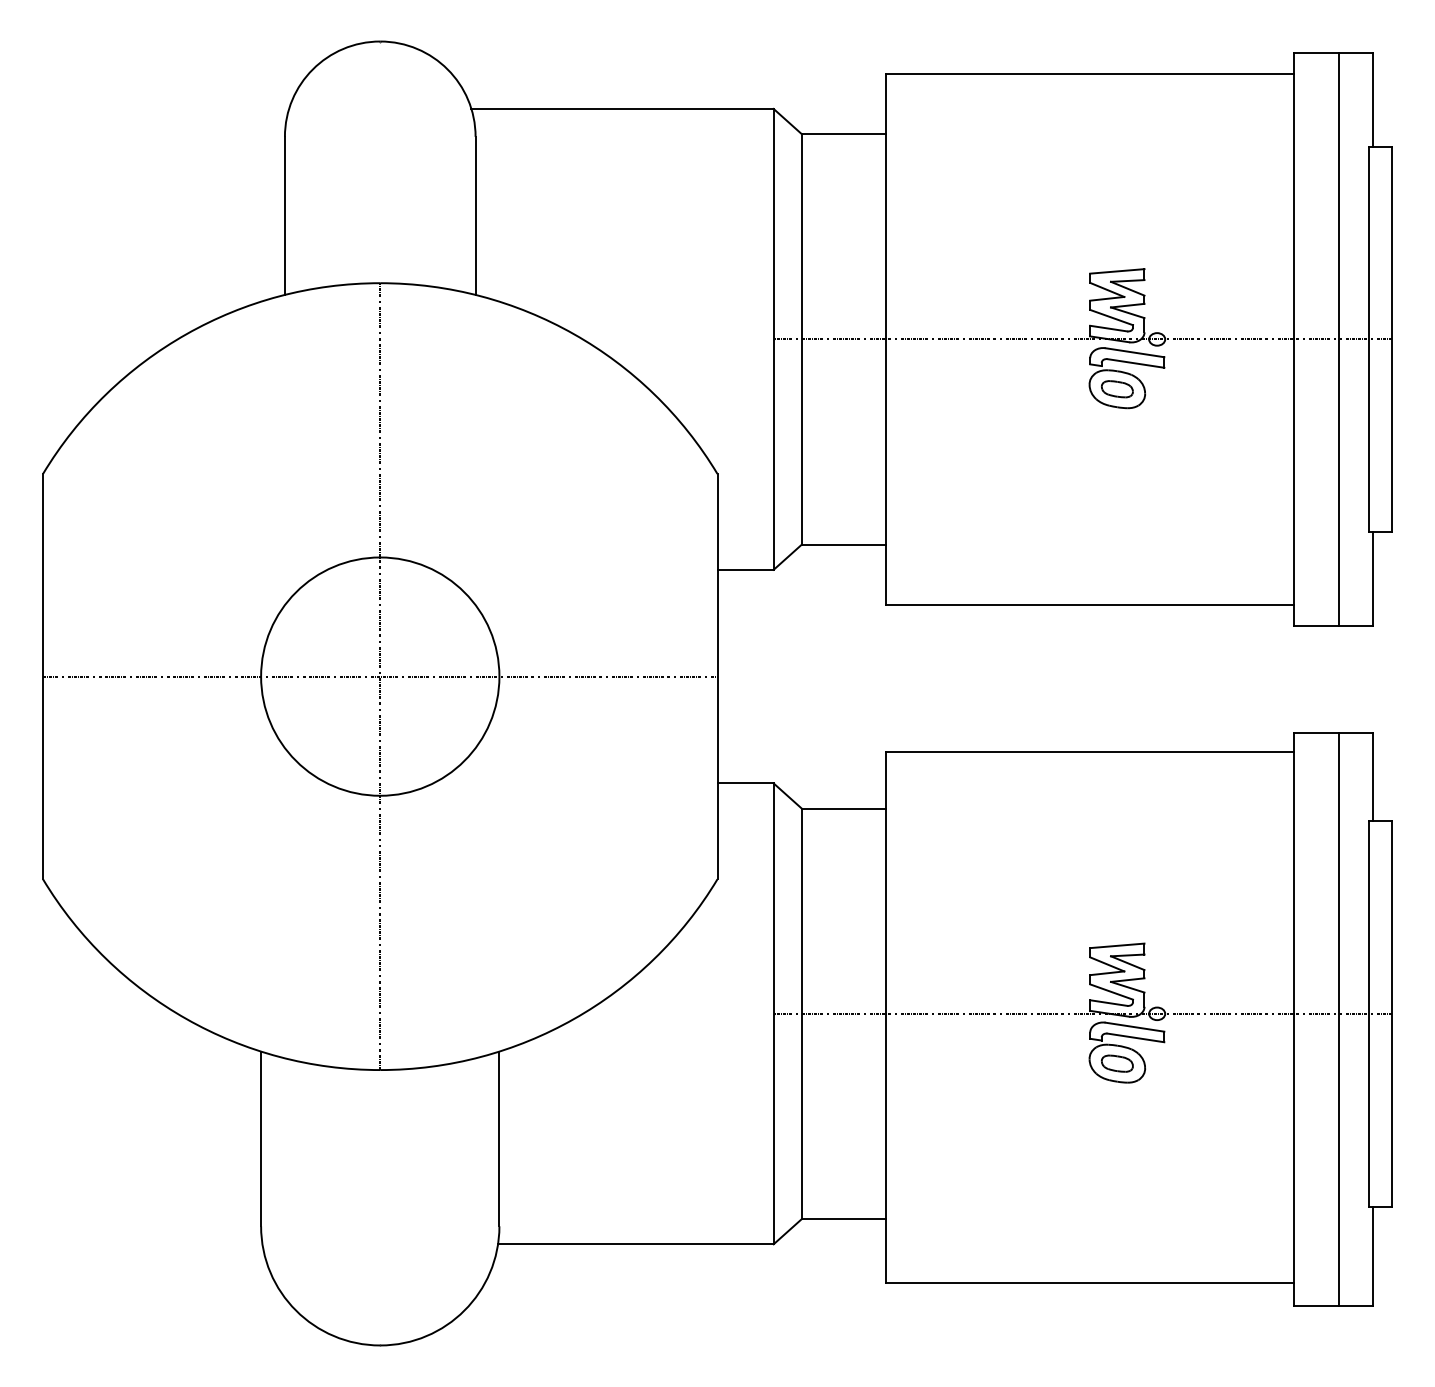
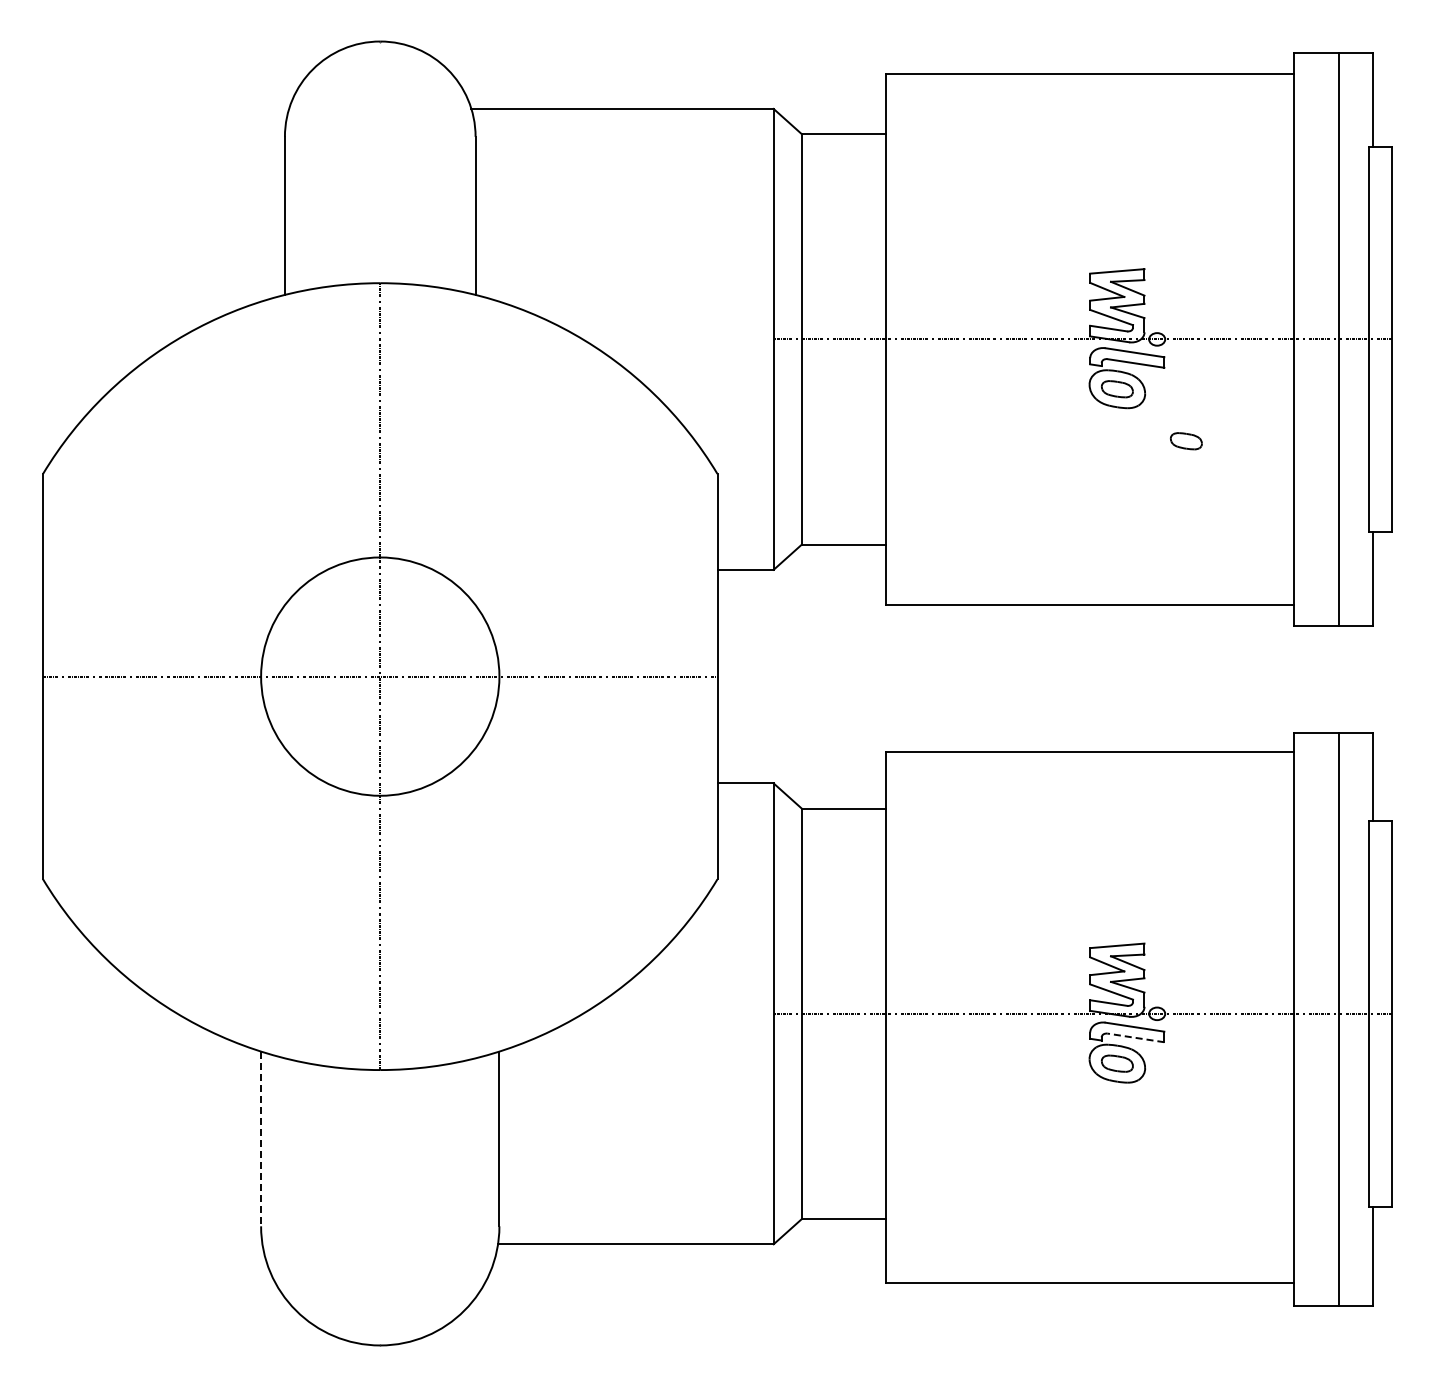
part at (1186, 441): none -> present
line at (1135, 1037): solid -> dashed
line at (261, 1139): solid -> dashed
